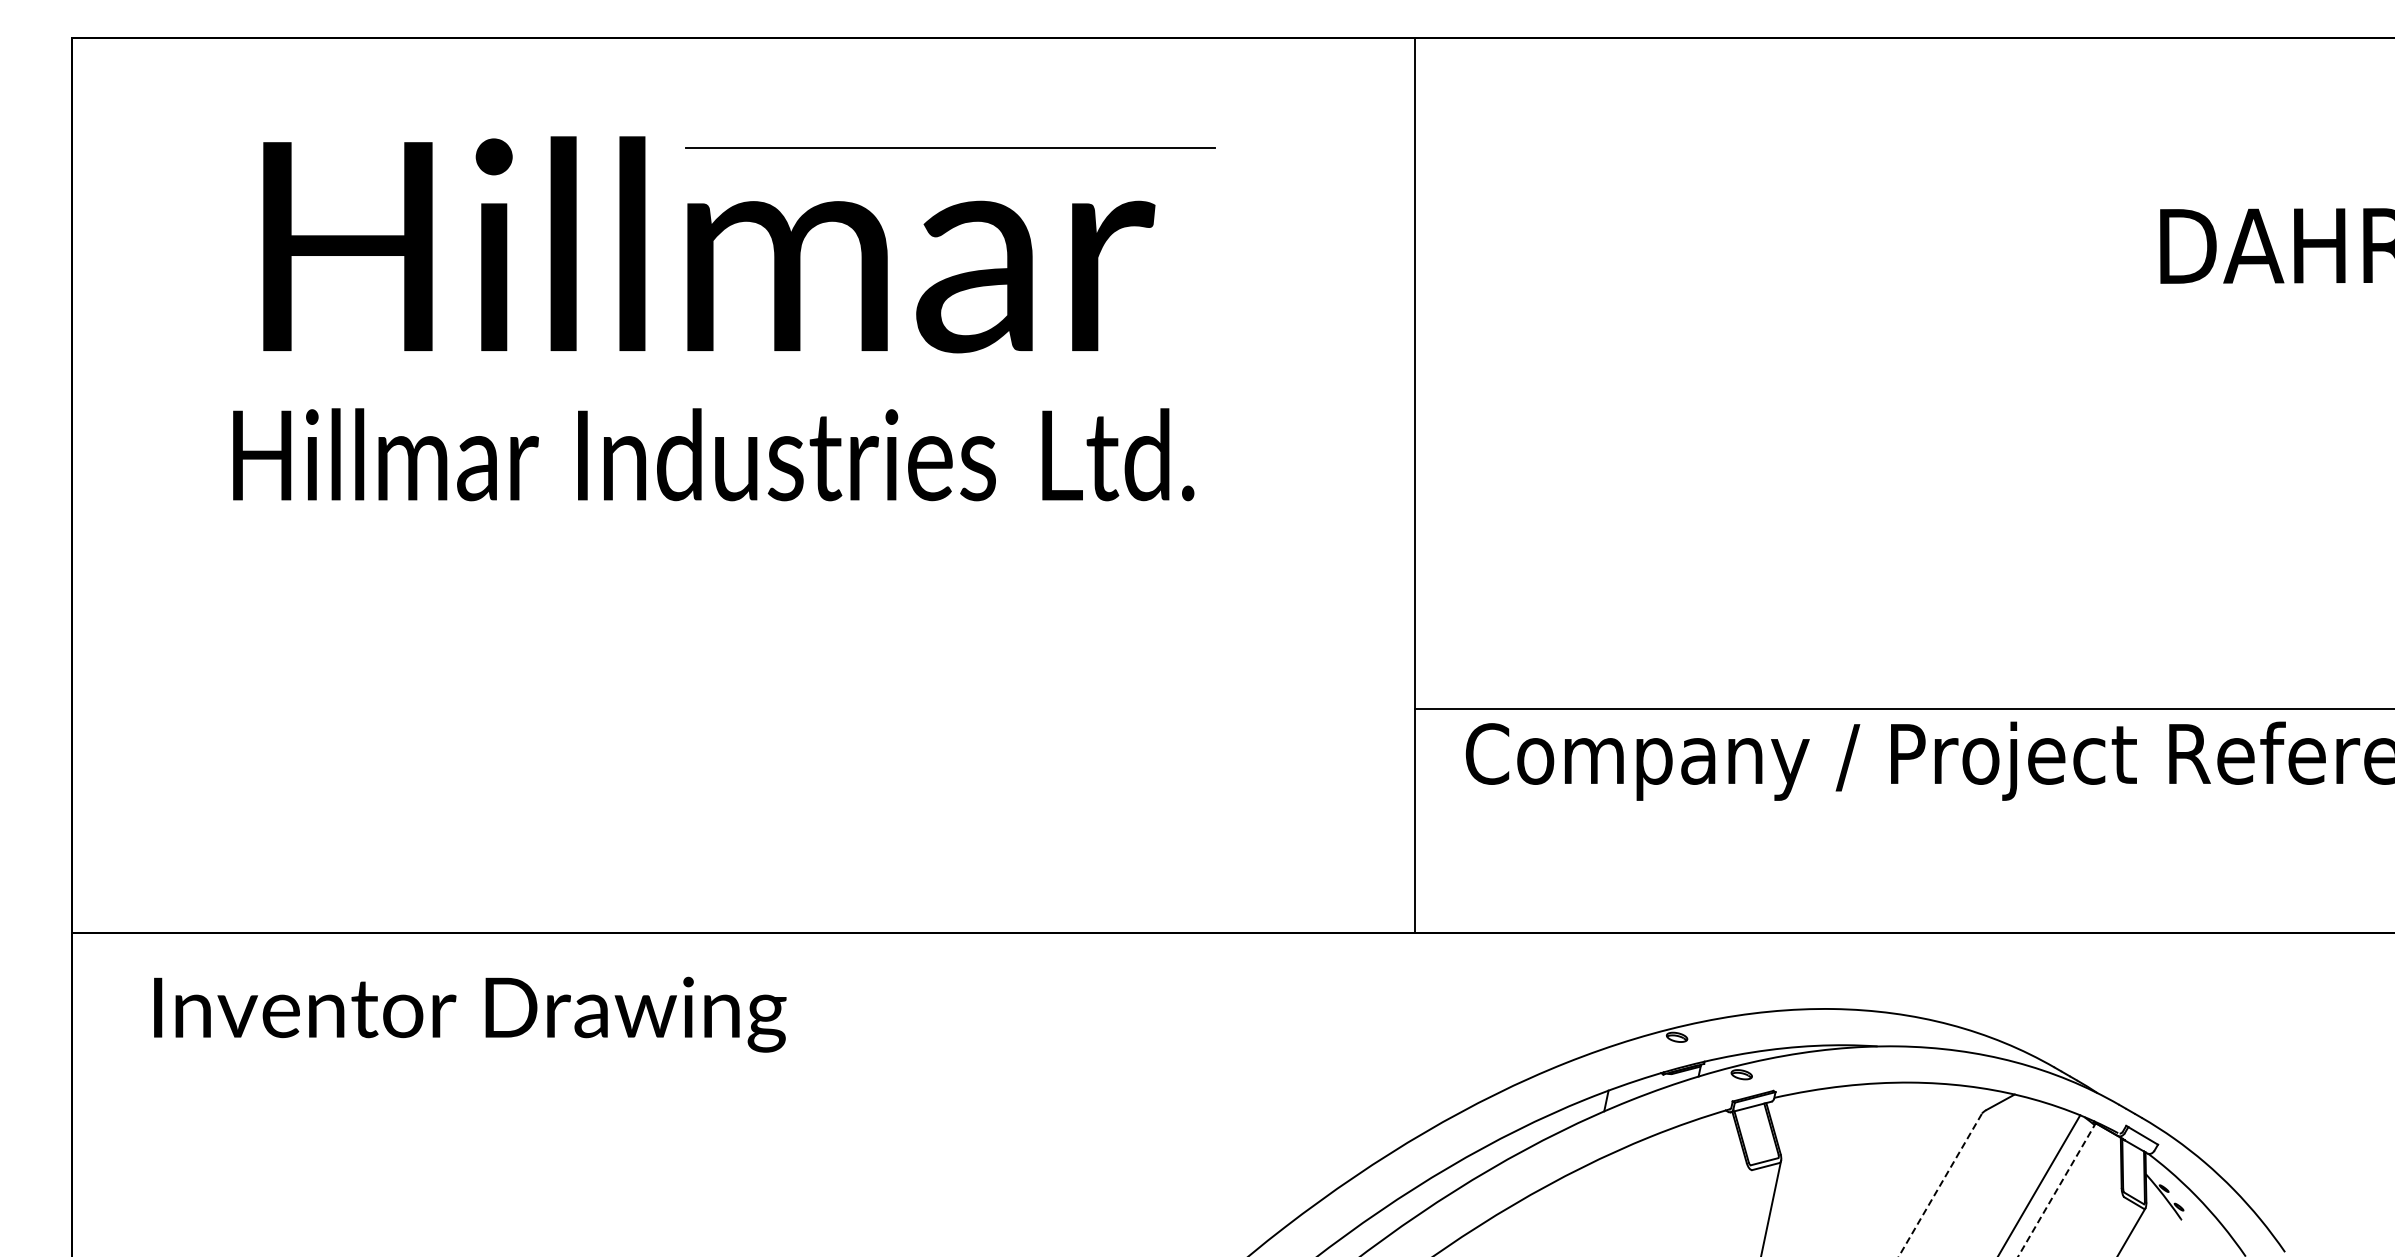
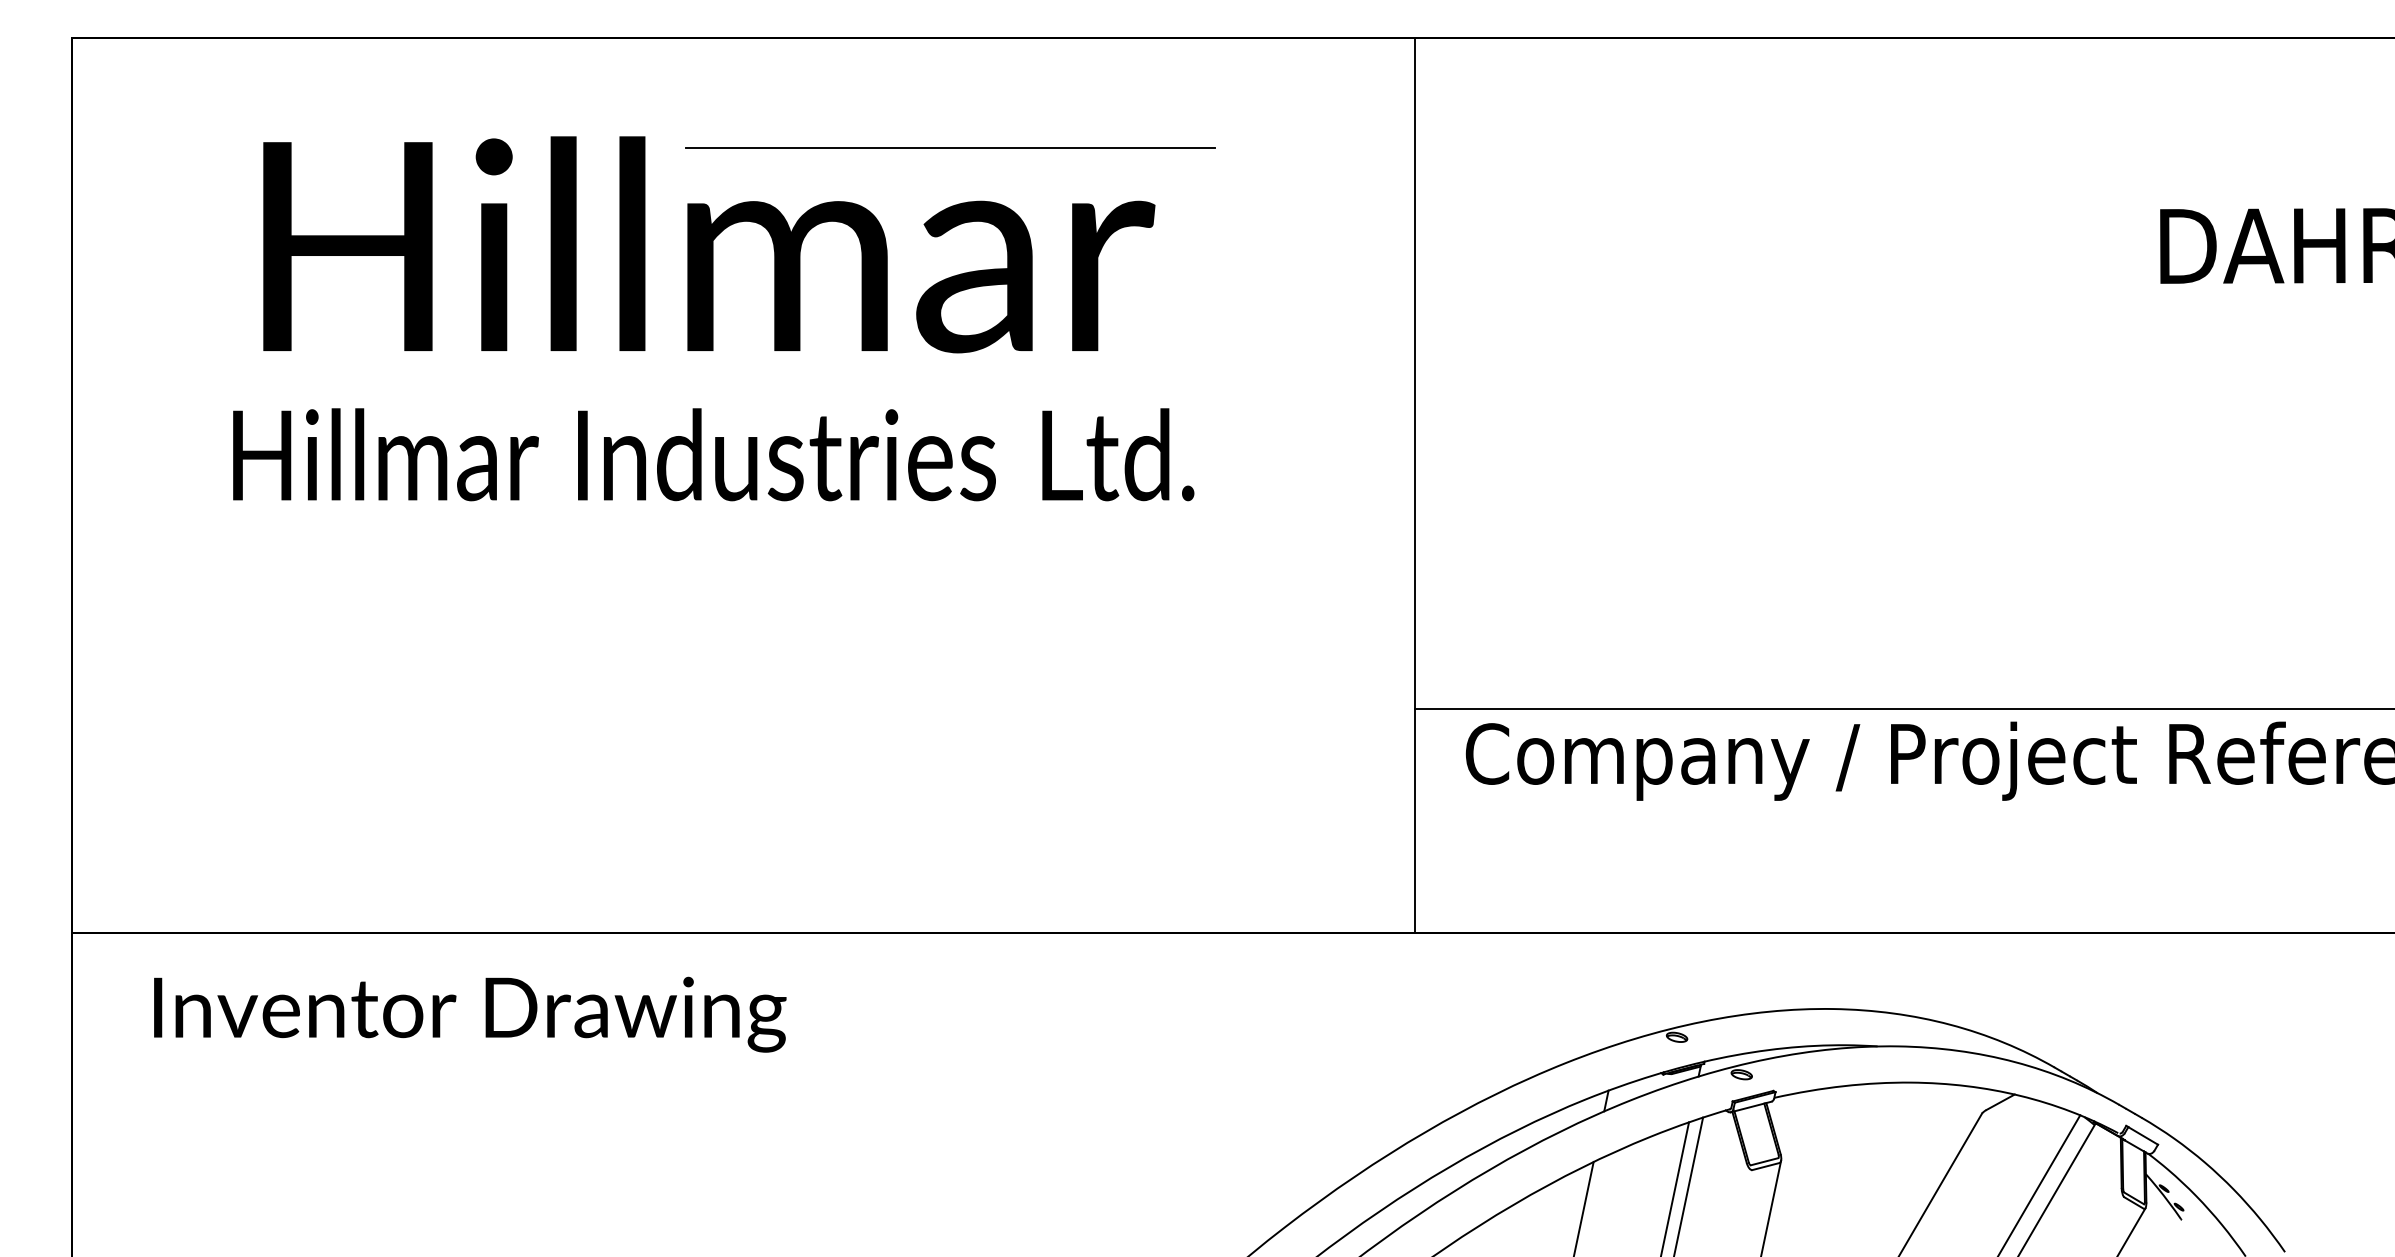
line at (1688, 1185): none -> present
line at (1940, 1185): dashed -> solid
line at (1675, 1187): none -> present
line at (2057, 1189): dashed -> solid
line at (1583, 1207): none -> present
